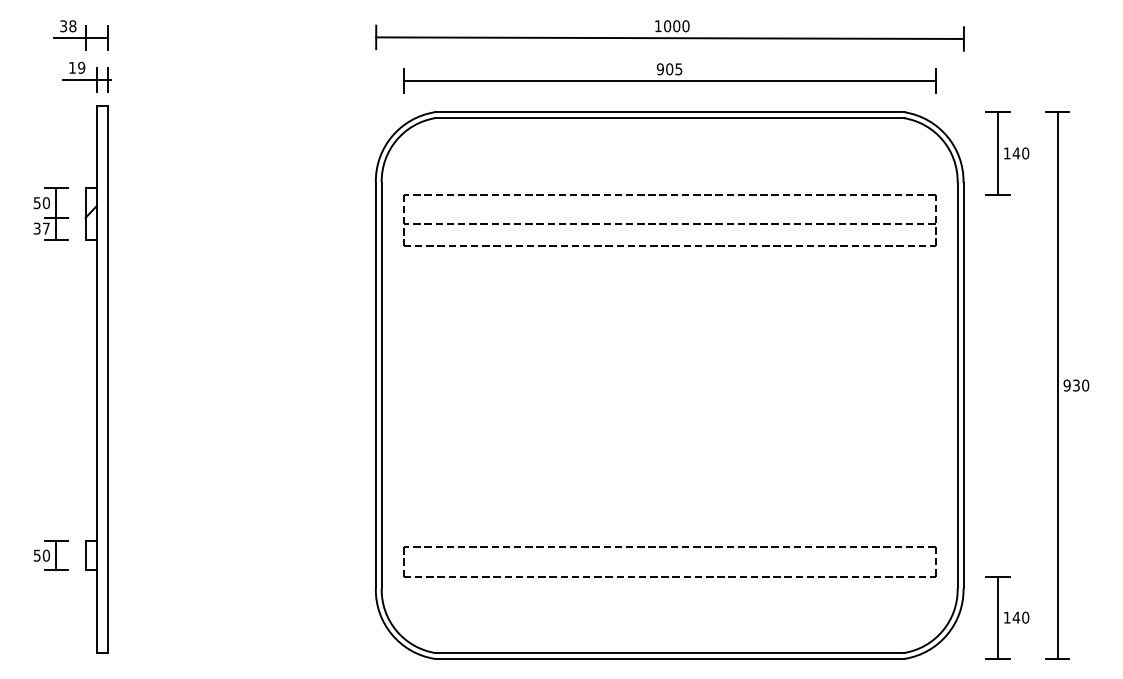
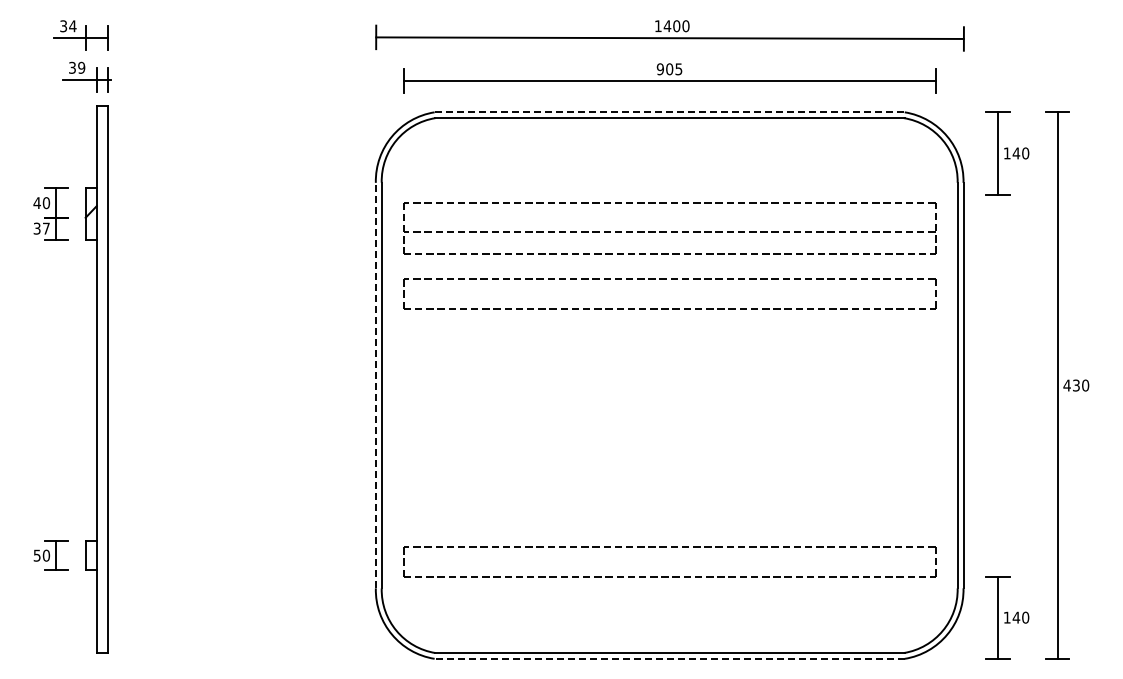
text at (72, 26): 38 -> 34
text at (667, 26): 1000 -> 1400
text at (72, 67): 19 -> 39
line at (670, 112): solid -> dashed
text at (36, 203): 50 -> 40
part at (669, 220) position: (669, 220) -> (669, 228)
part at (671, 279): none -> present
line at (375, 385): solid -> dashed
text at (1066, 385): 930 -> 430
line at (669, 658): solid -> dashed
